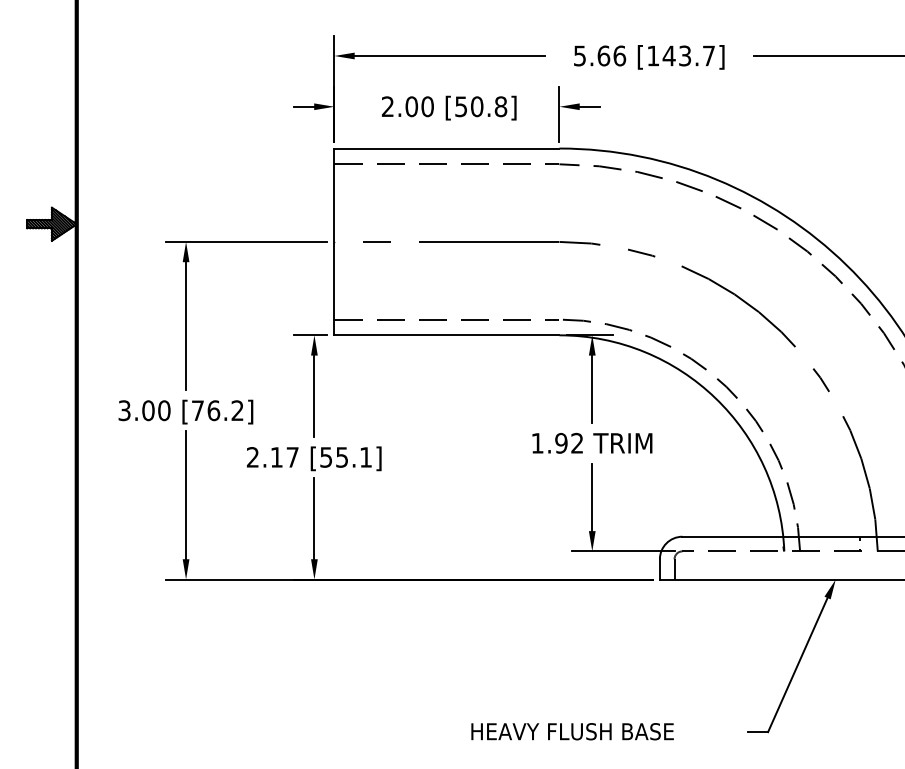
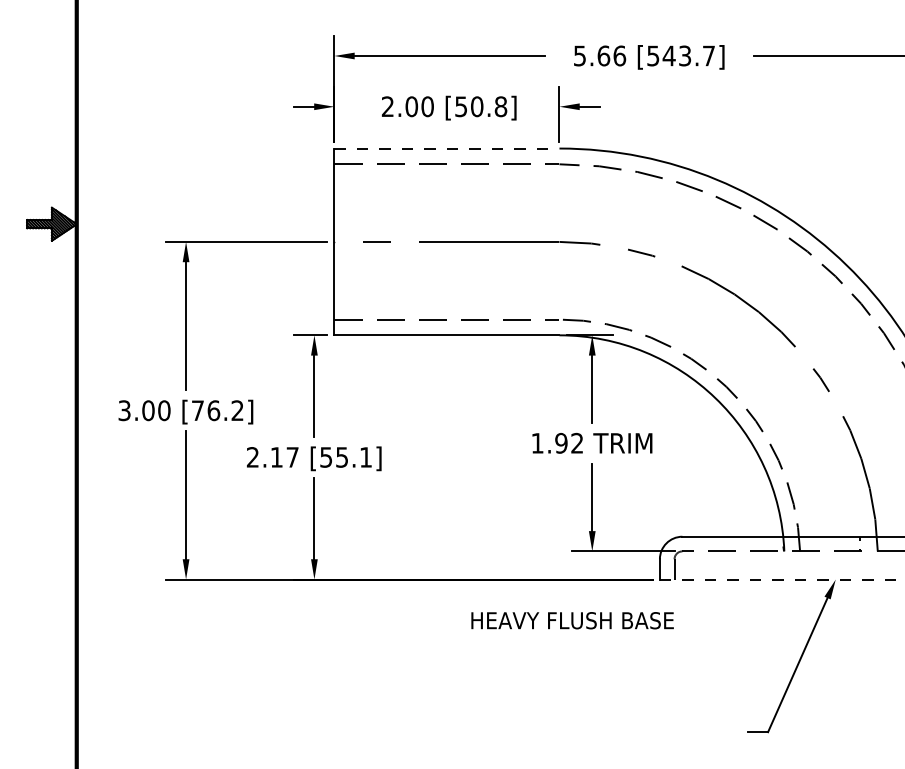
text at (653, 55): [143.7] -> [543.7]
line at (446, 148): solid -> dashed
line at (782, 579): solid -> dashed
text at (572, 731) position: (572, 731) -> (572, 620)
